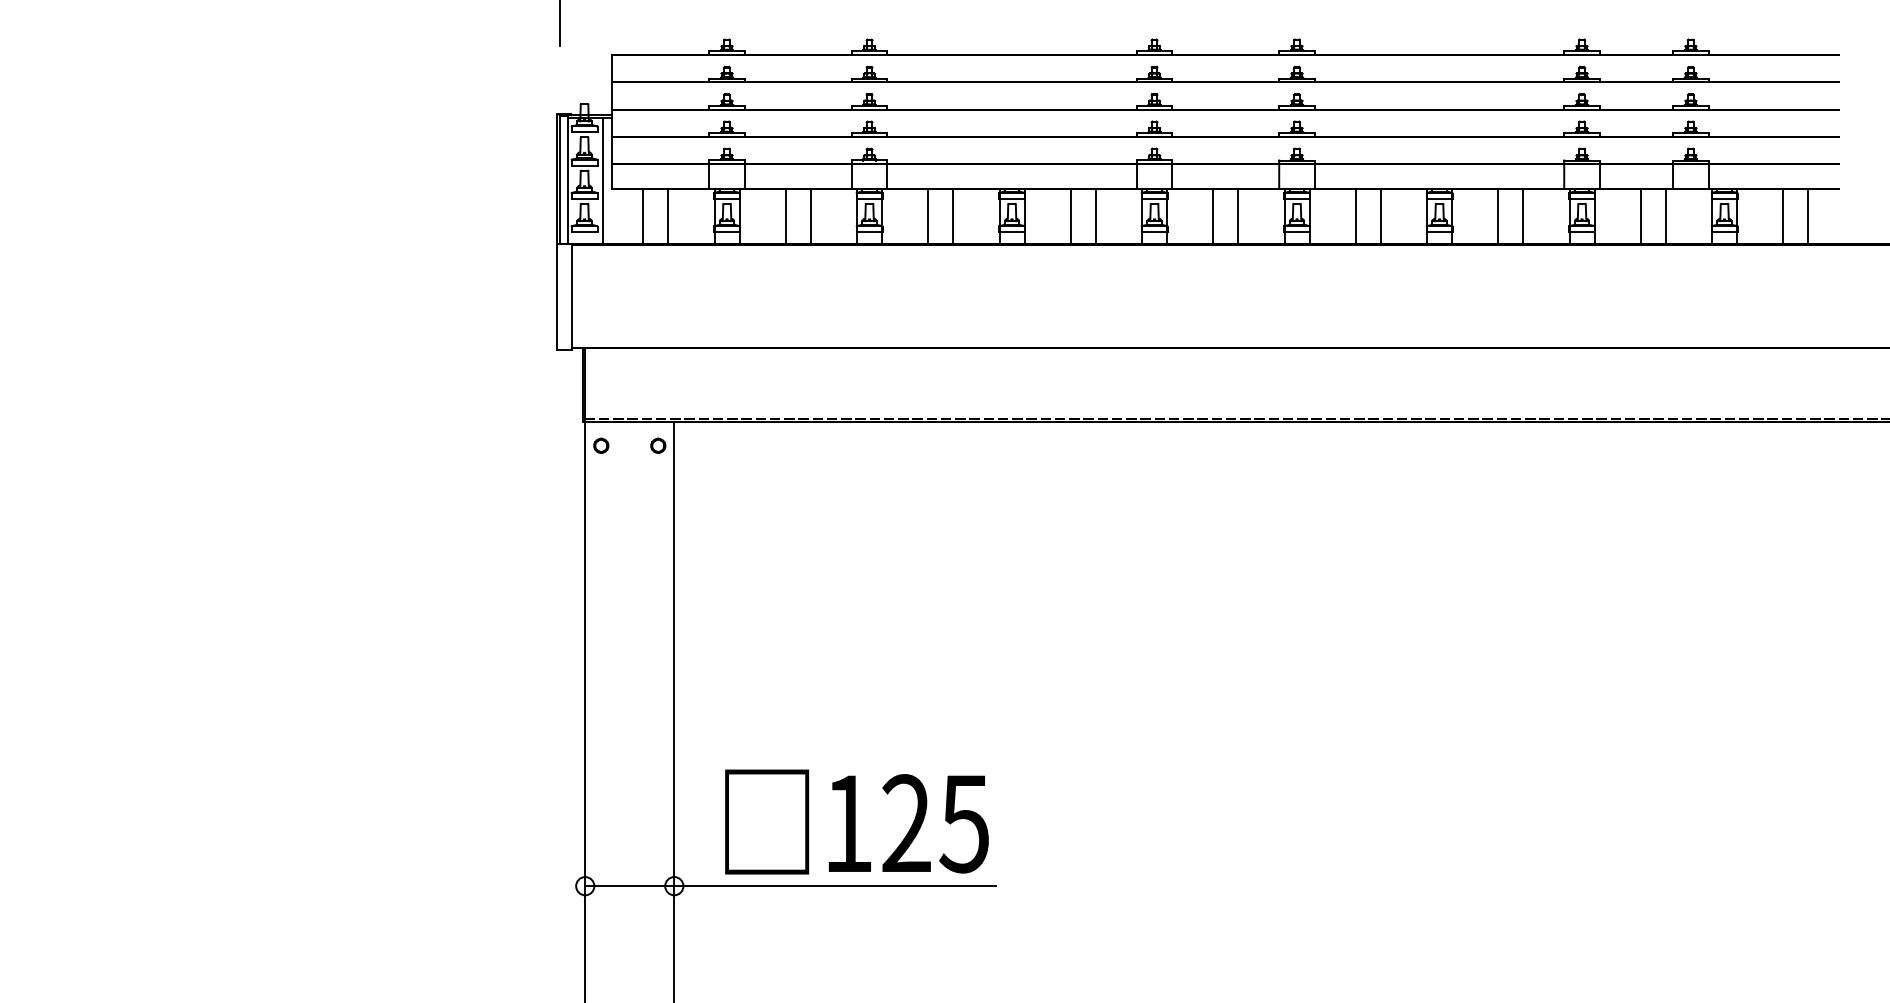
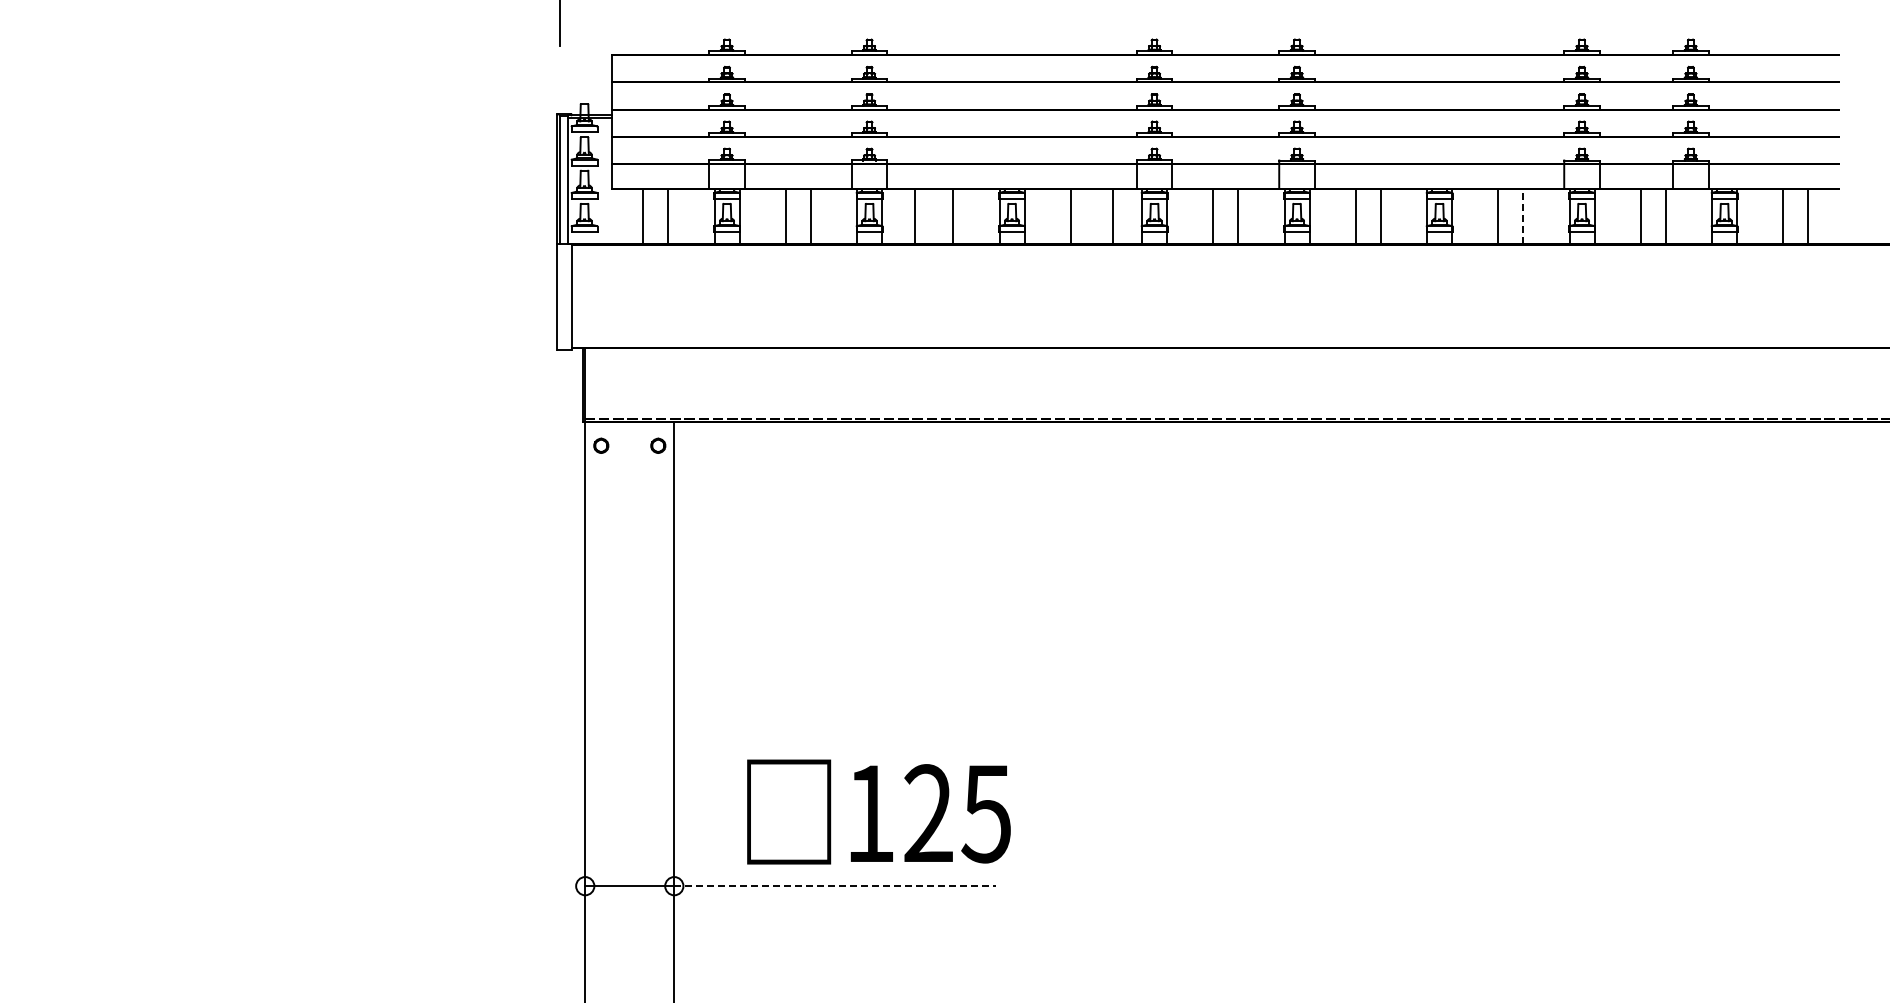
line at (603, 180): present -> none
line at (928, 215) position: (928, 215) -> (915, 215)
line at (1095, 215) position: (1095, 215) -> (1112, 215)
line at (1523, 216): solid -> dashed
text at (856, 821) position: (856, 821) -> (878, 811)
line at (834, 886): solid -> dashed
